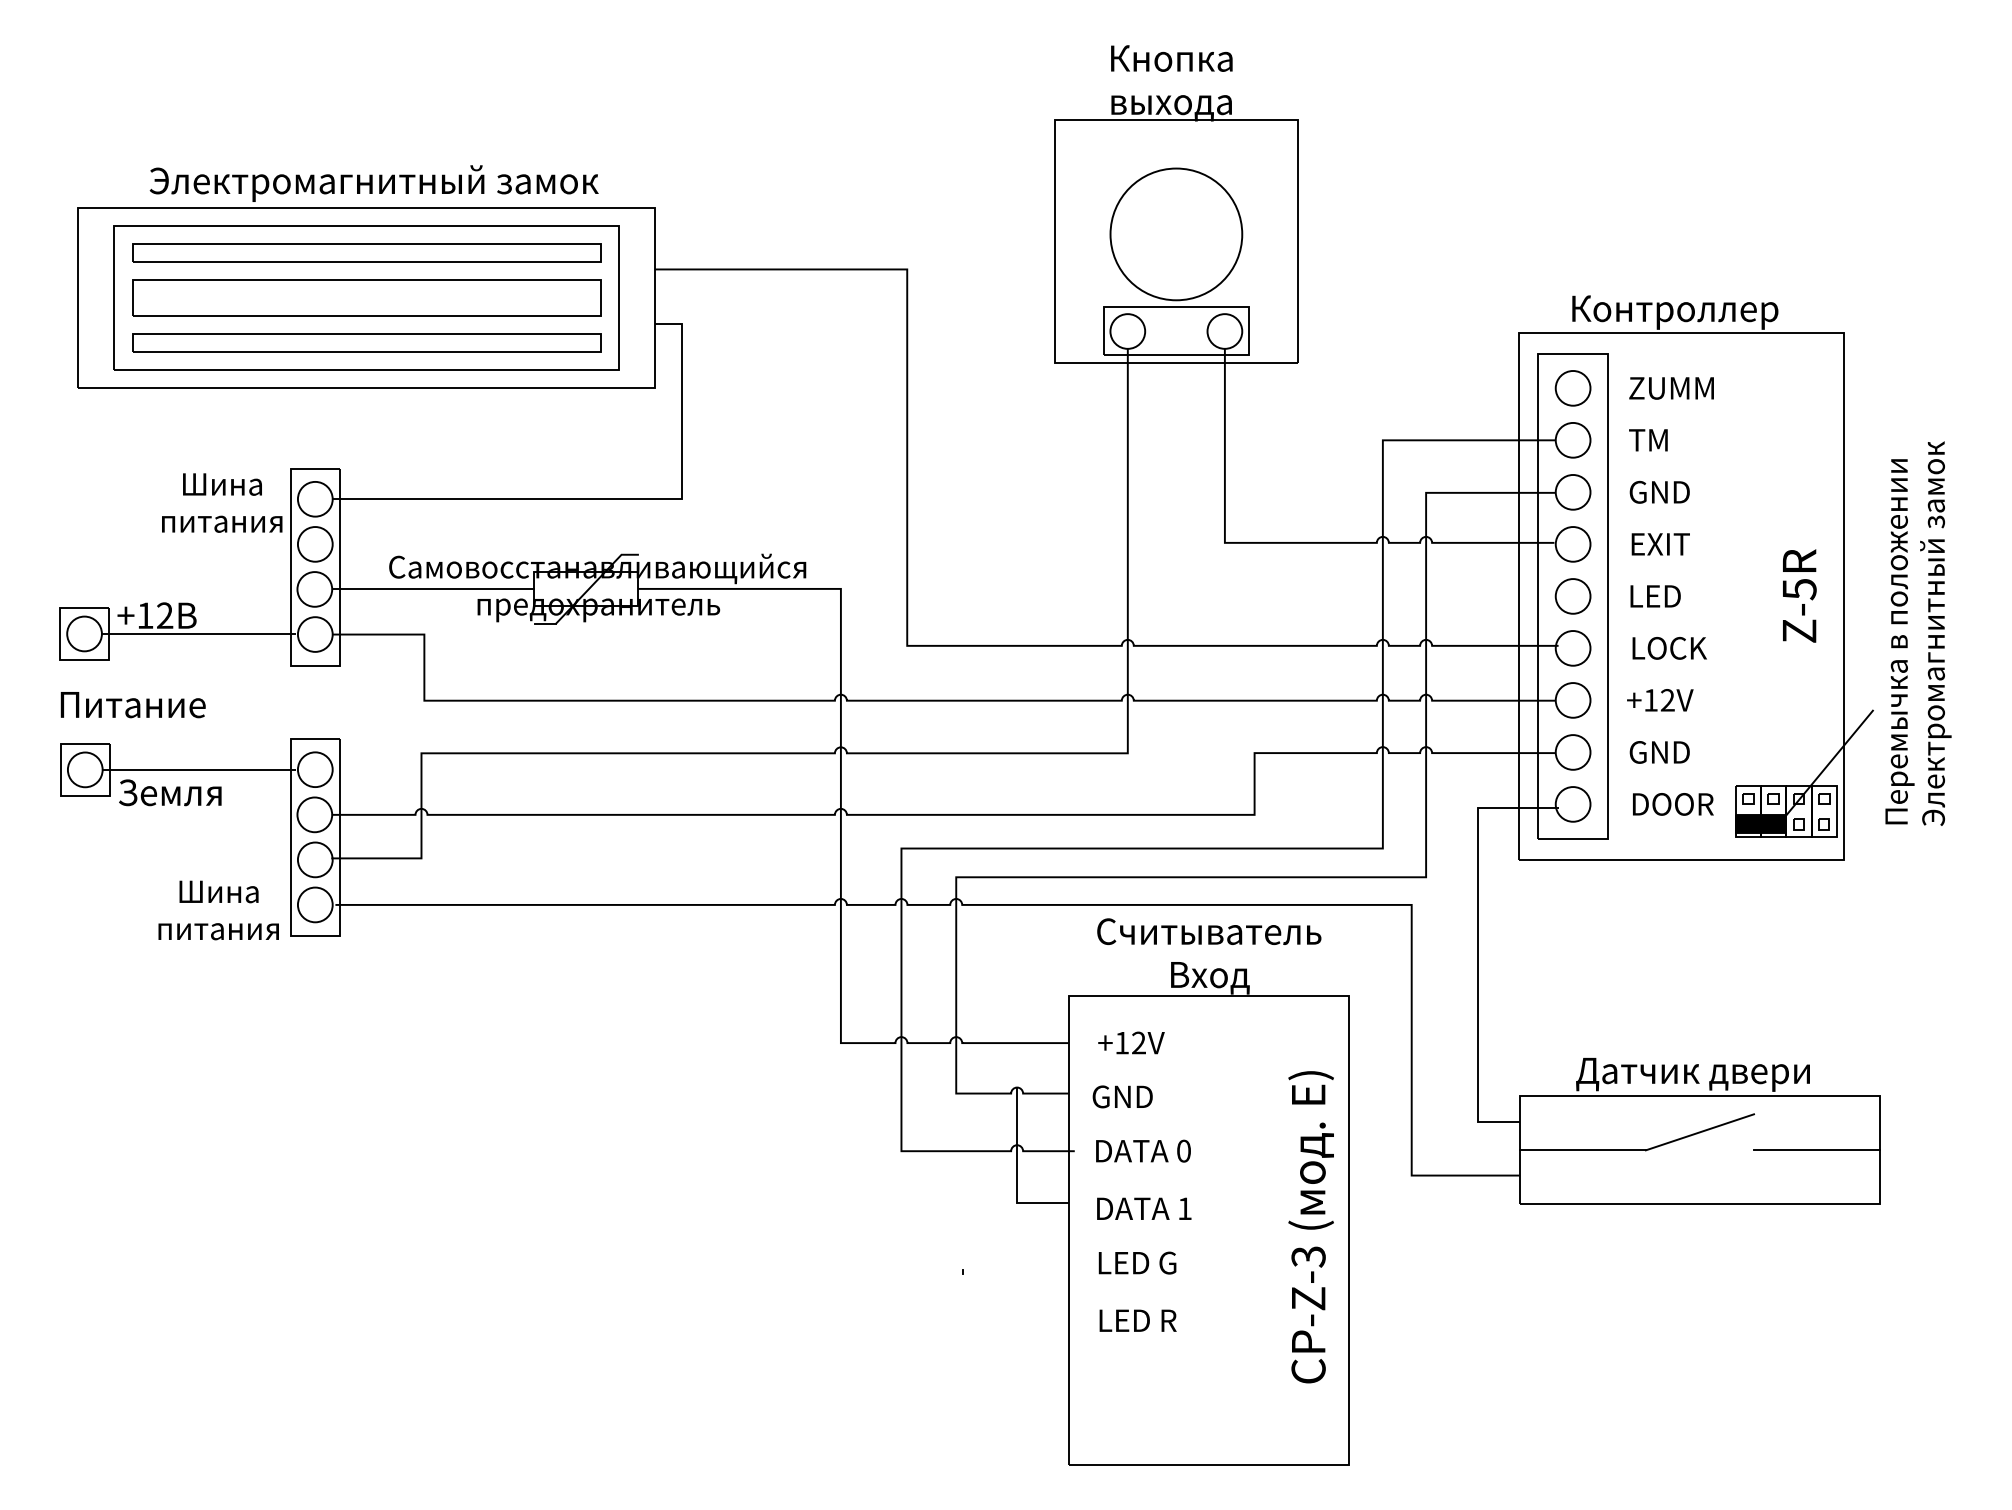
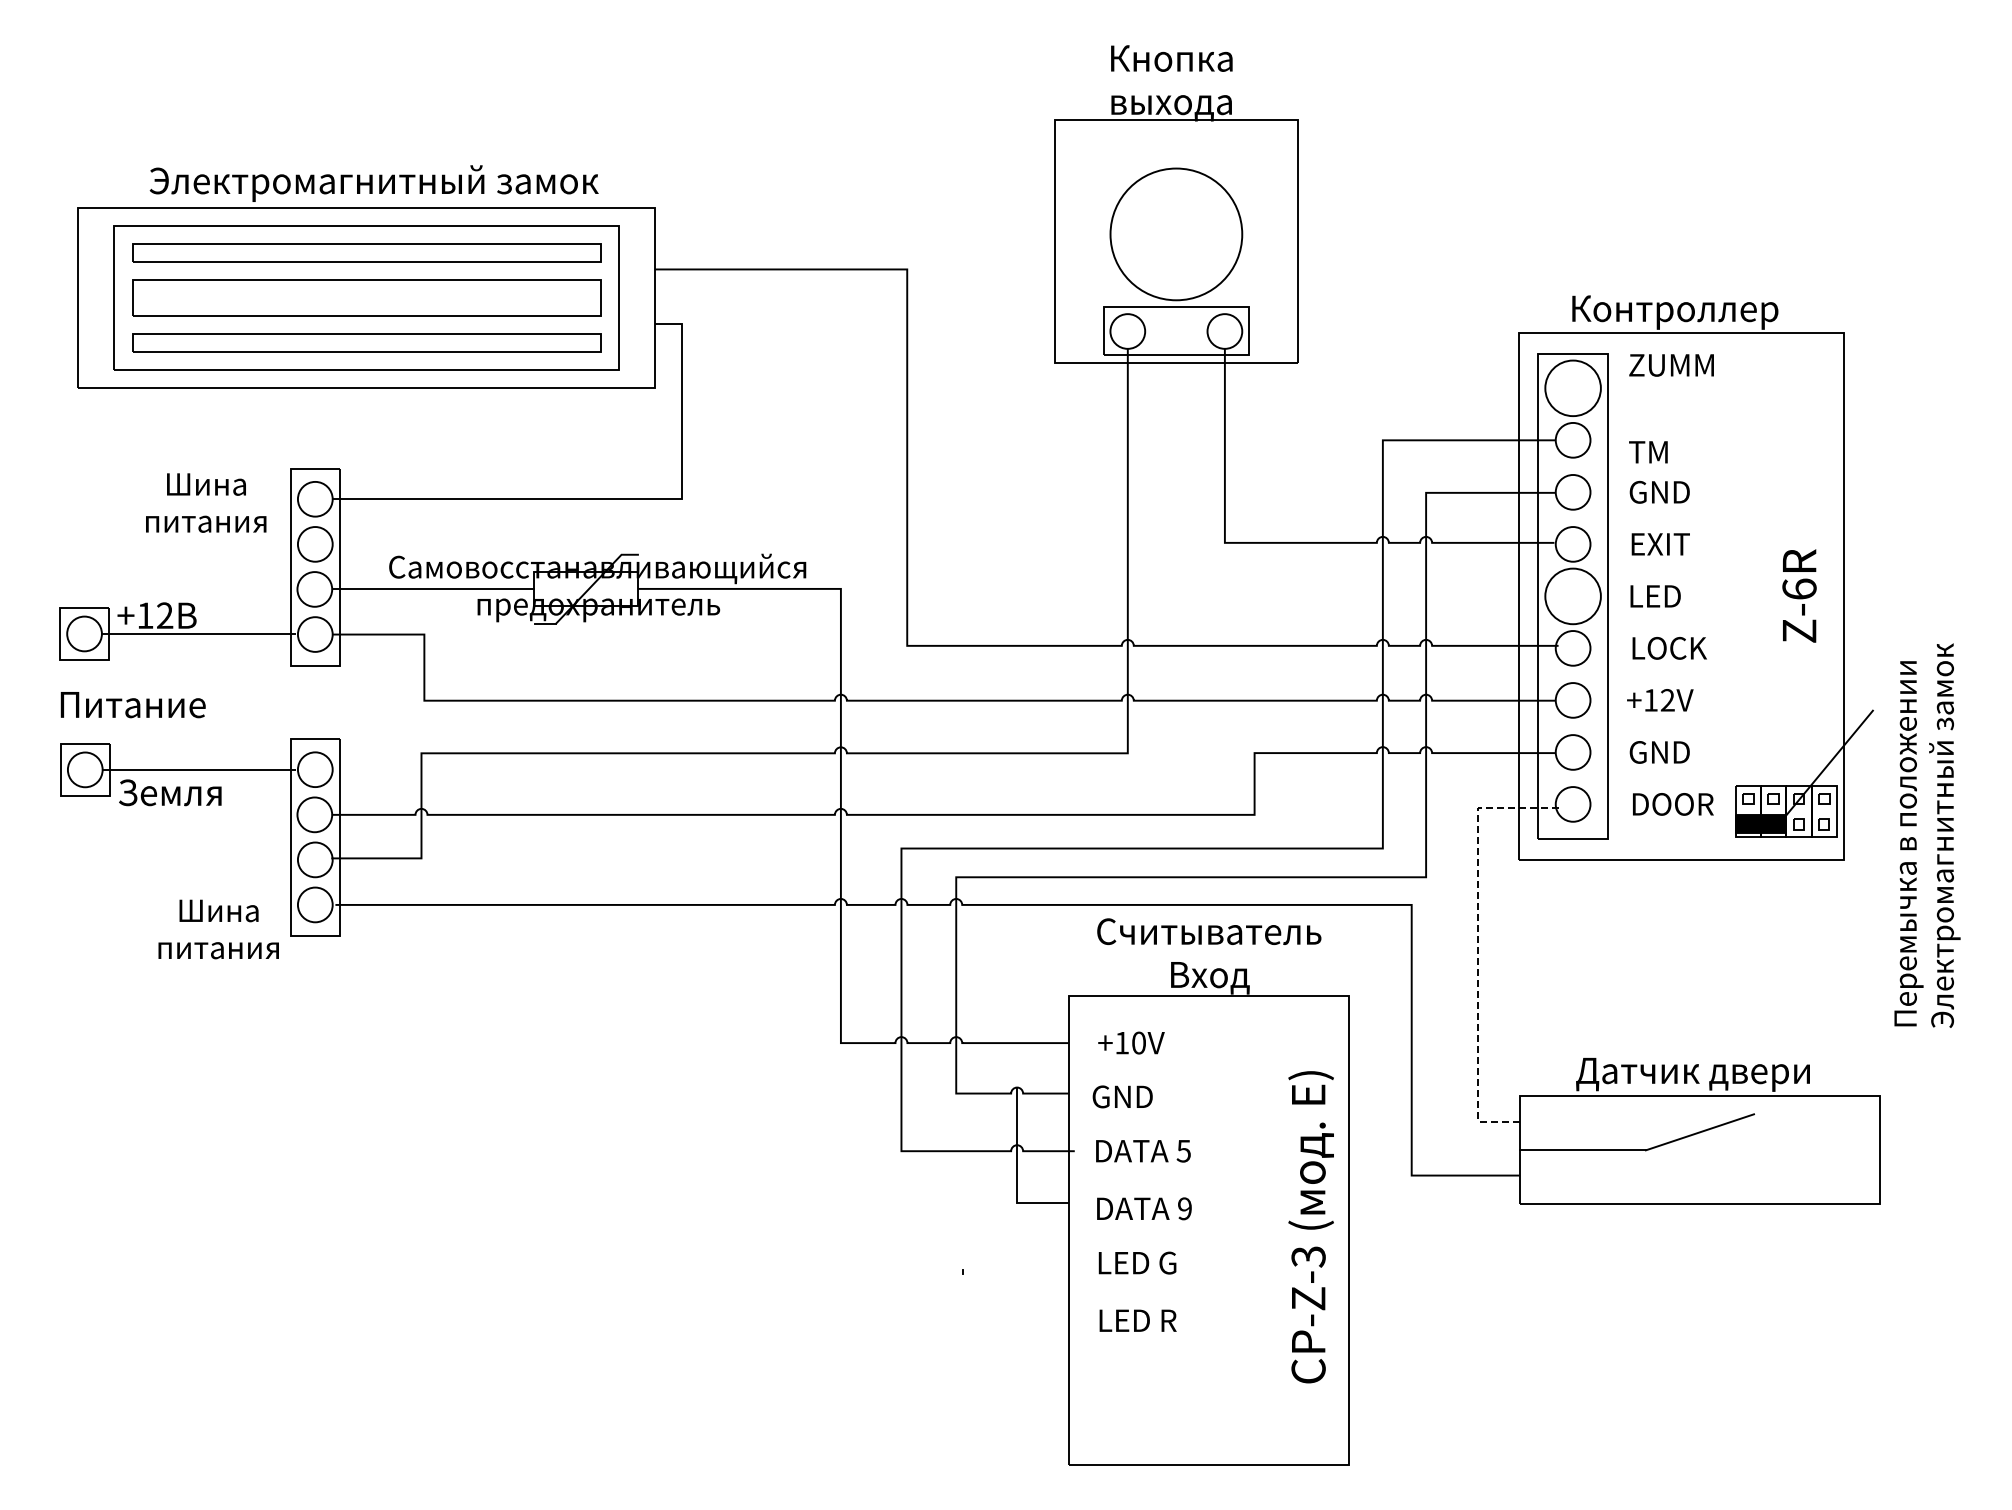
circle at (1572, 388) diameter: 35 px -> 56 px
text at (1671, 388) position: (1671, 388) -> (1671, 365)
text at (1648, 440) position: (1648, 440) -> (1648, 452)
text at (222, 502) position: (222, 502) -> (206, 502)
text at (1799, 589): Z-5R -> Z-6R
circle at (1572, 596) diameter: 35 px -> 56 px
text at (1918, 633) position: (1918, 633) -> (1927, 835)
text at (218, 910) position: (218, 910) -> (218, 929)
line at (1478, 944): solid -> dashed
text at (1138, 1042): +12V -> +10V
text at (1183, 1150): 0 -> 5
line at (1817, 1150): present -> none
text at (1184, 1208): 1 -> 9
